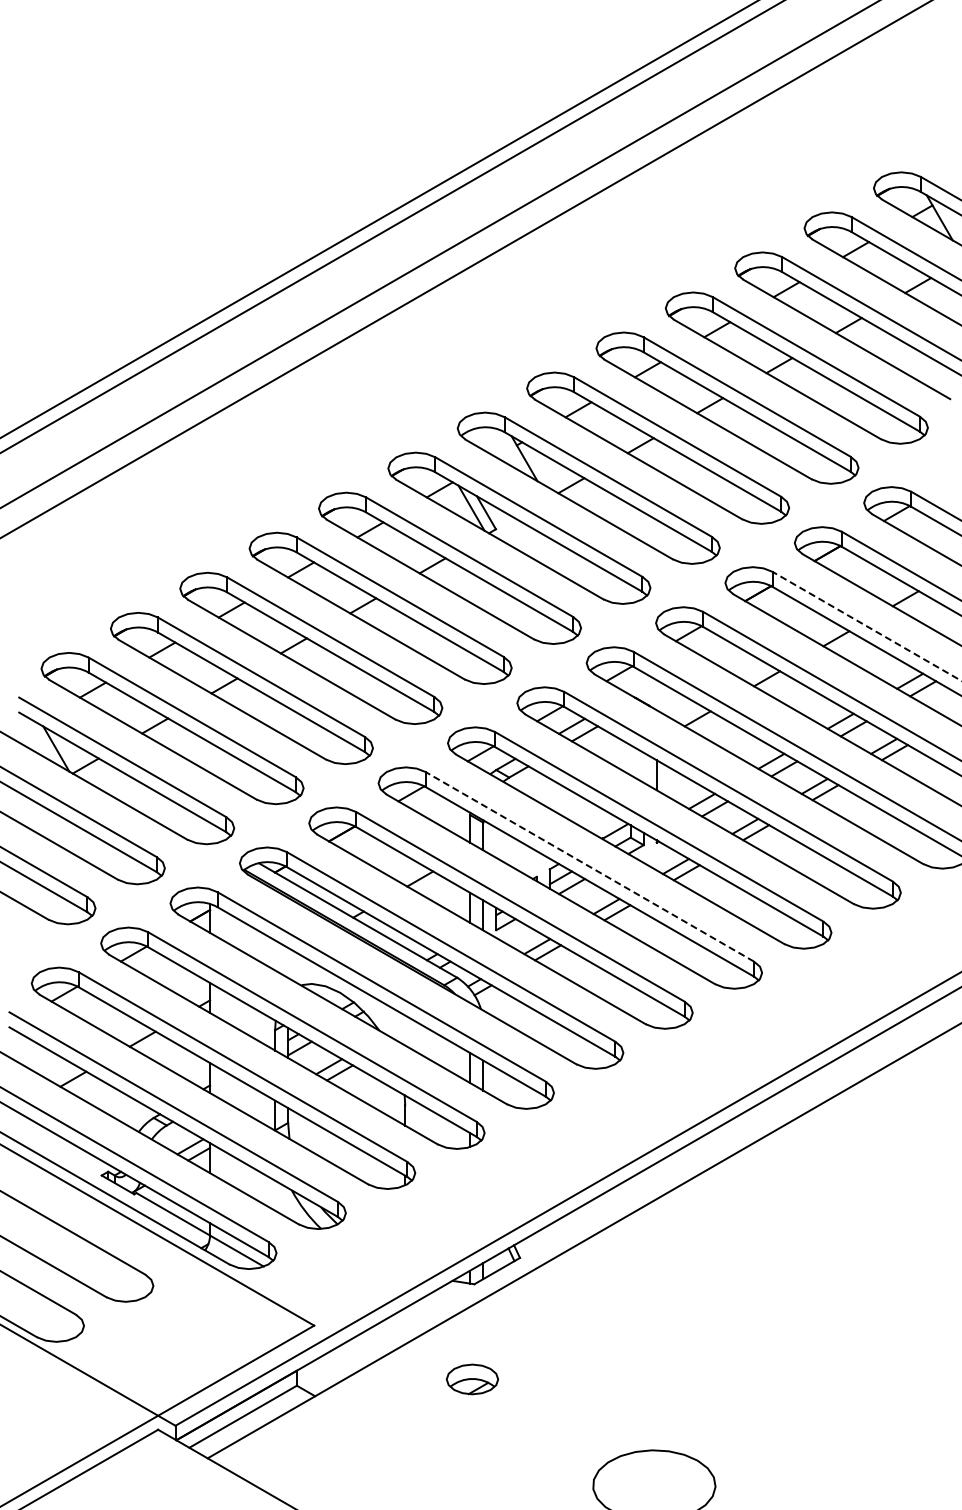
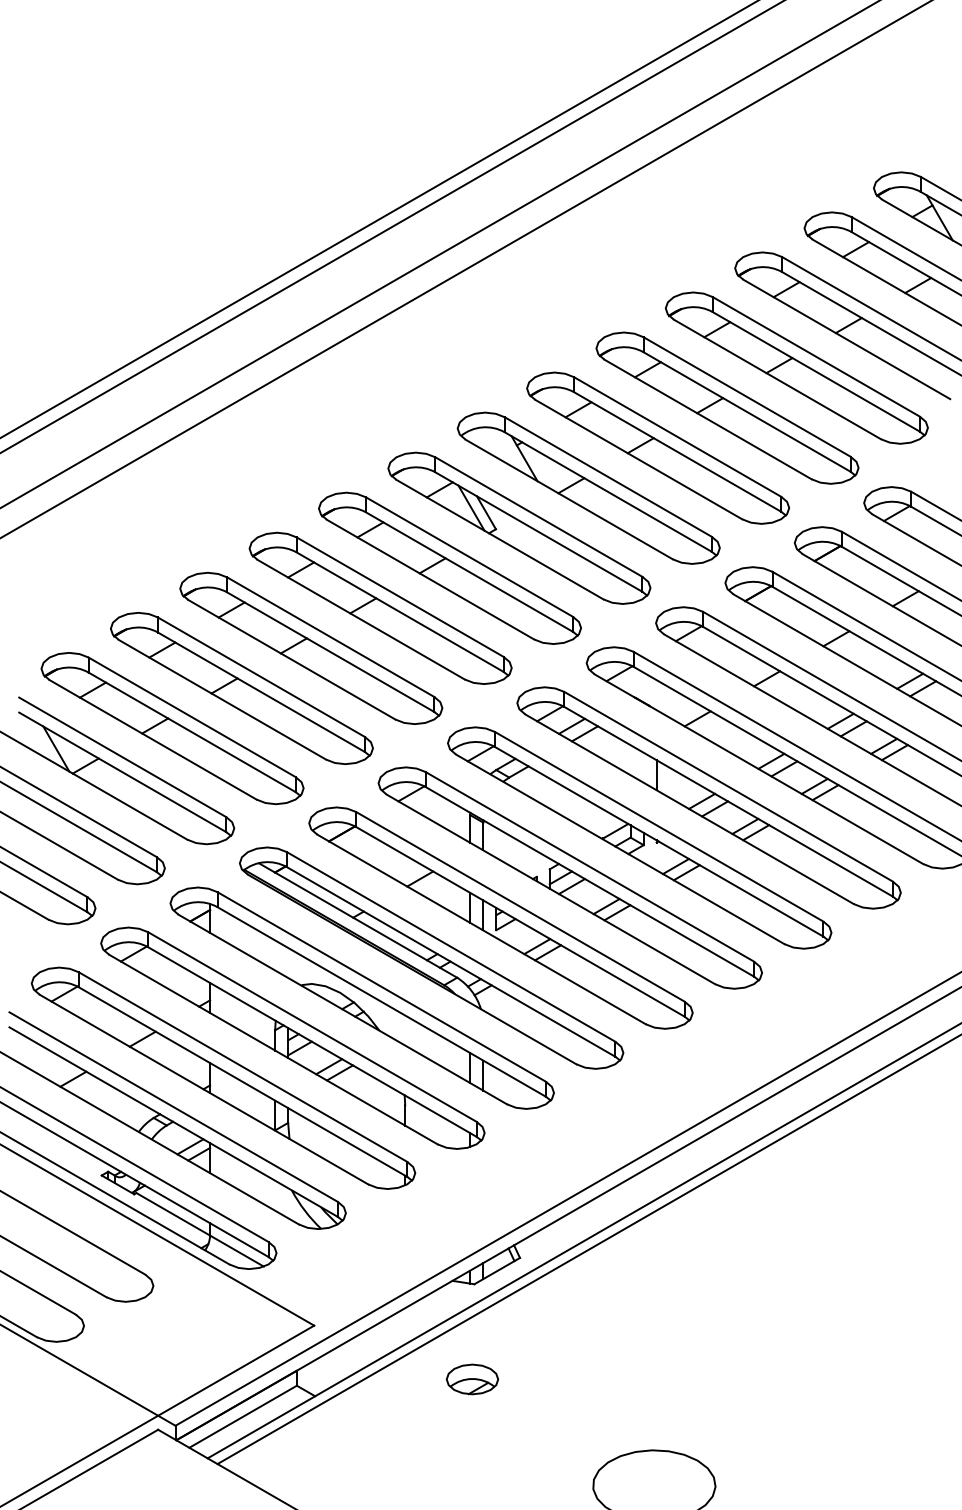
line at (866, 626): dashed -> solid
line at (589, 866): dashed -> solid
line at (587, 1250): none -> present
